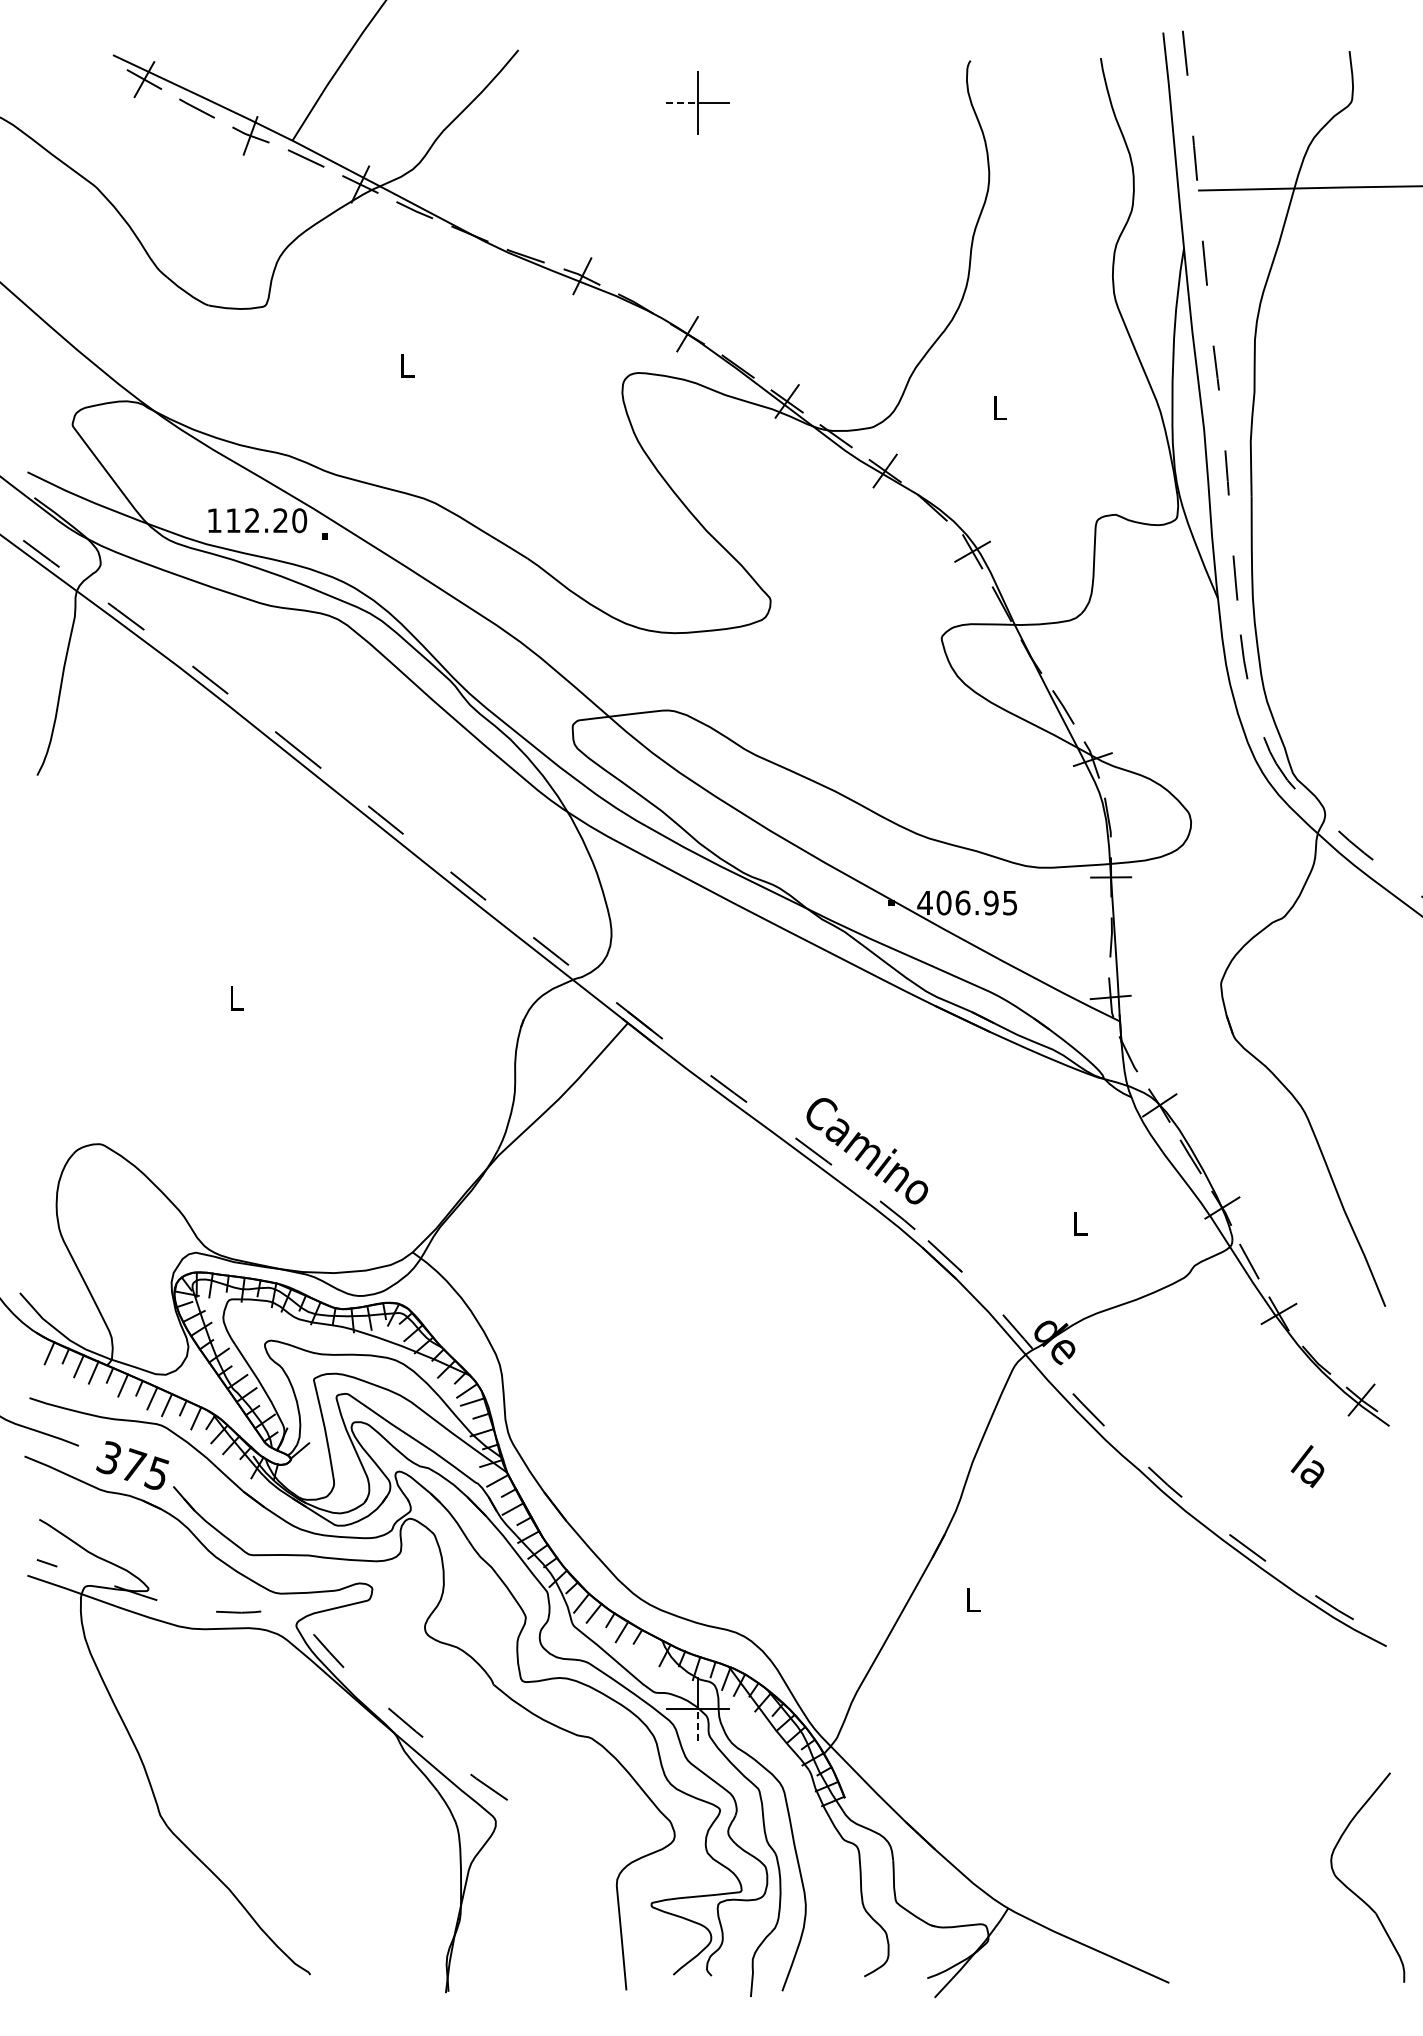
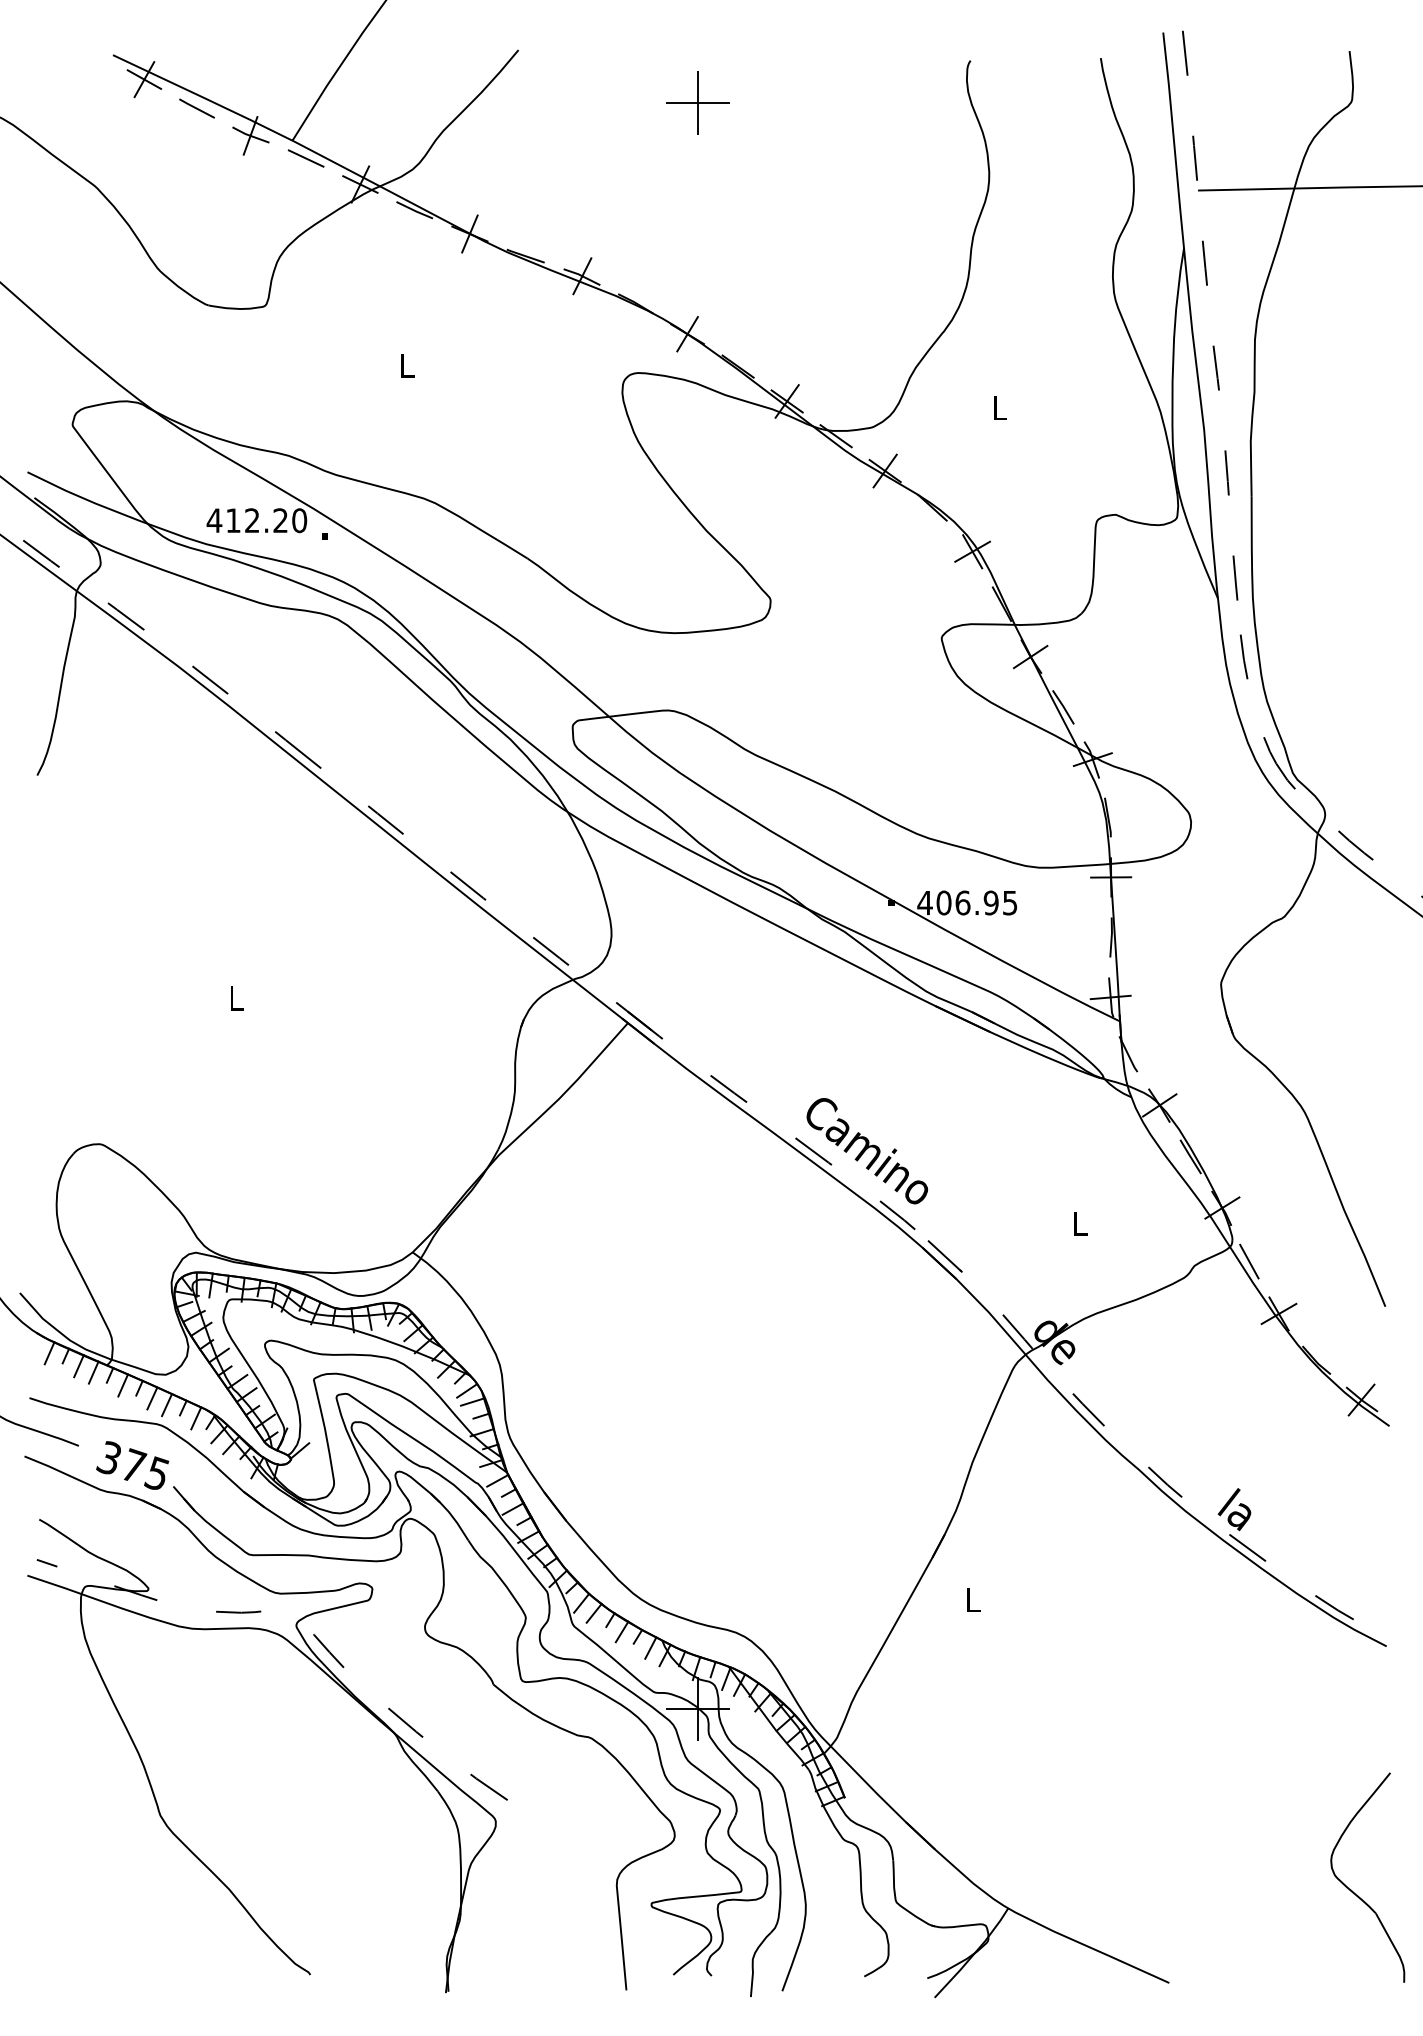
line at (682, 103): dashed -> solid
line at (469, 233): none -> present
text at (214, 520): 112.20 -> 412.20
line at (1030, 656): none -> present
text at (1307, 1466) position: (1307, 1466) -> (1234, 1509)
line at (650, 1647): none -> present
line at (697, 1724): dashed -> solid
